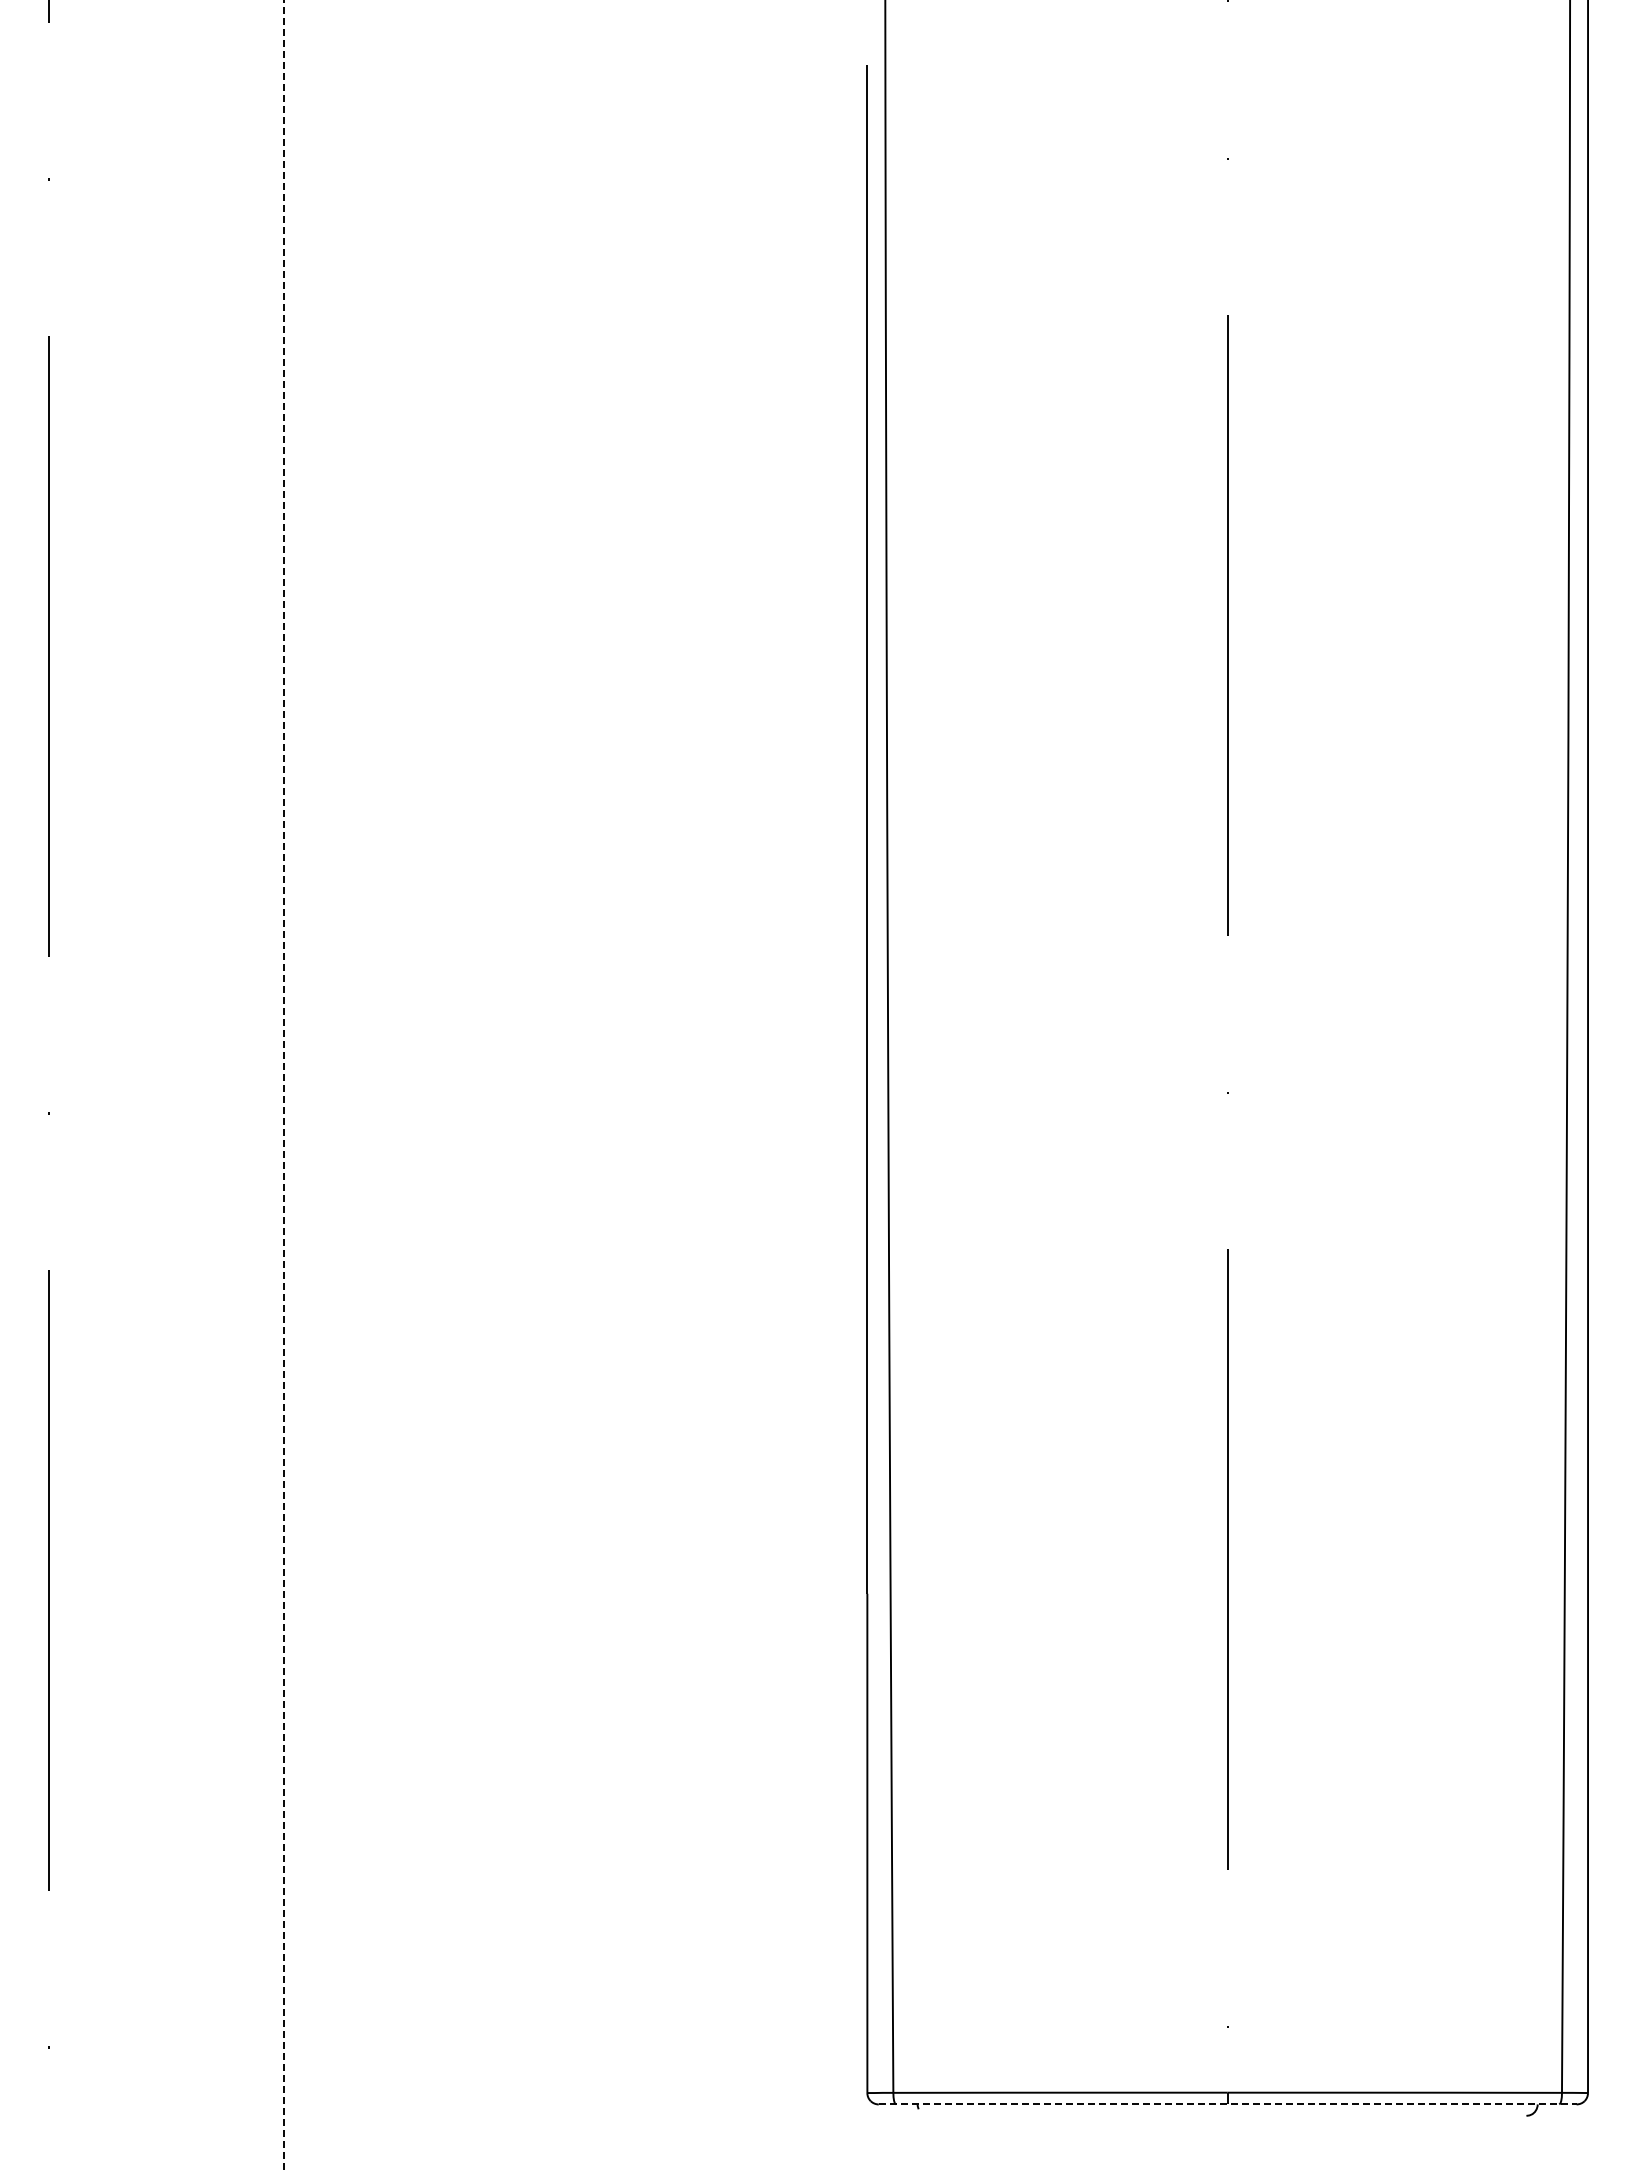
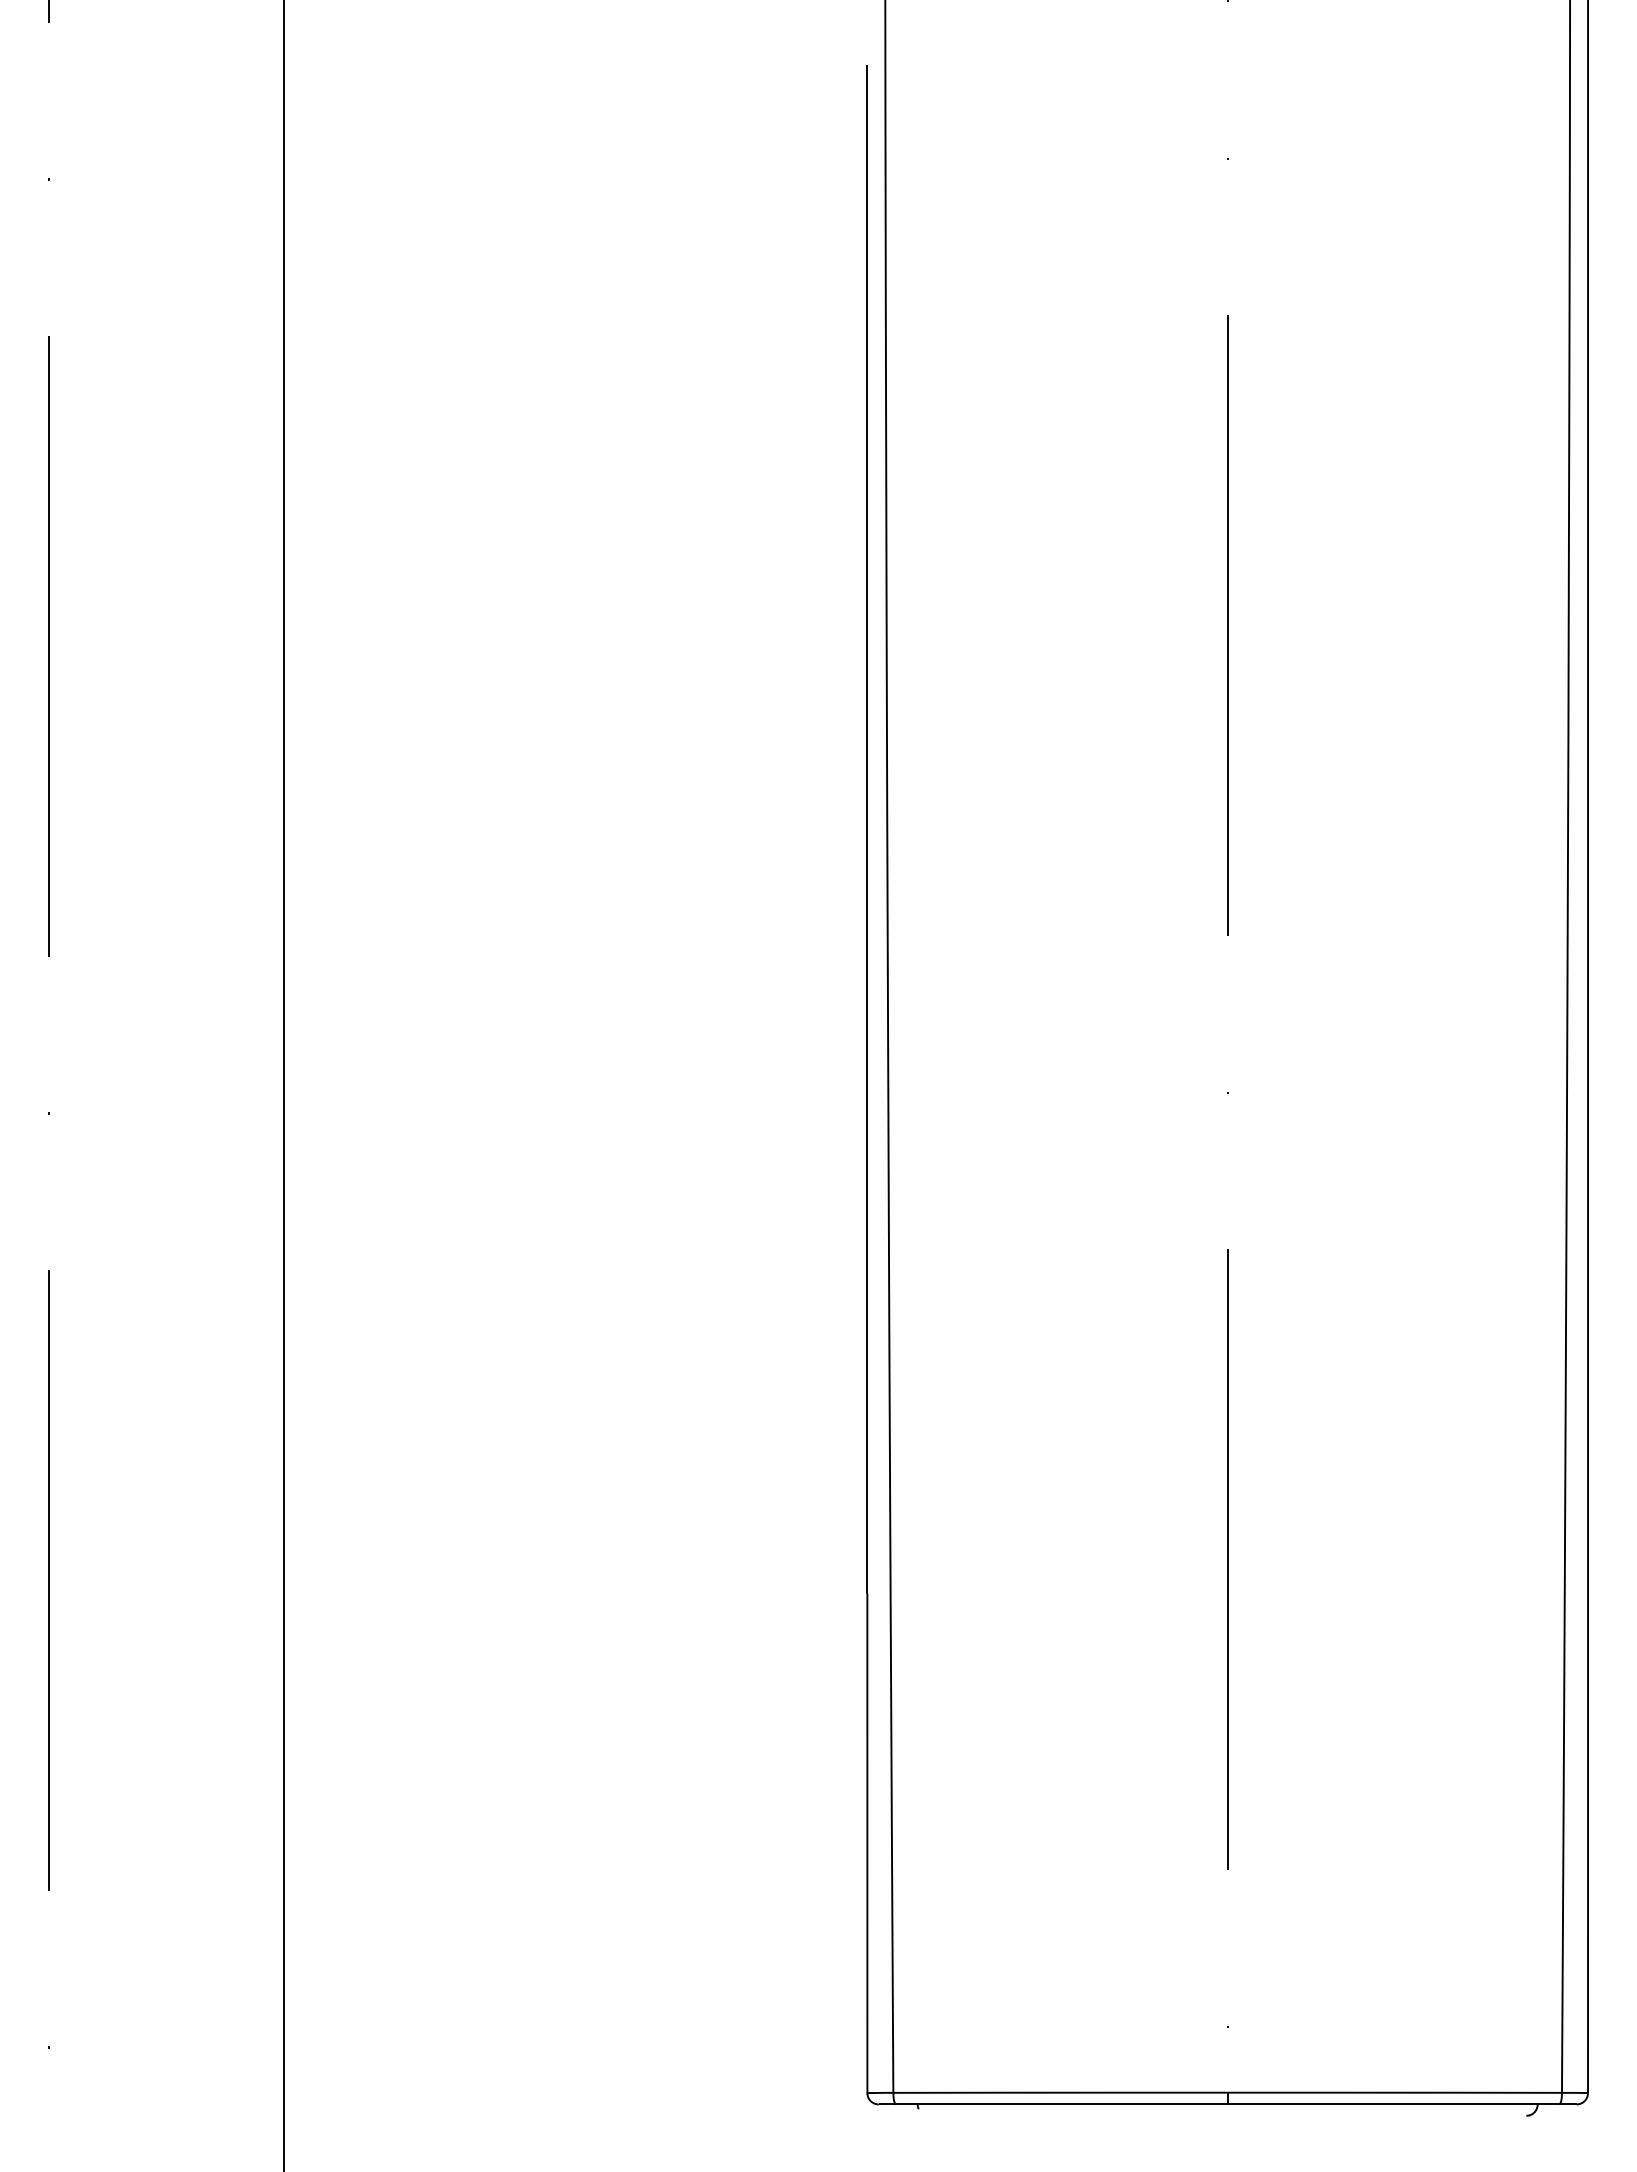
line at (284, 1085): dashed -> solid
line at (1227, 2104): dashed -> solid
